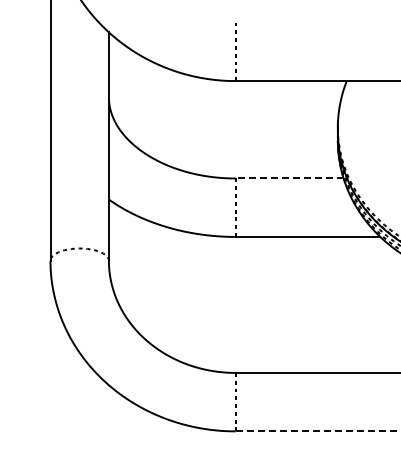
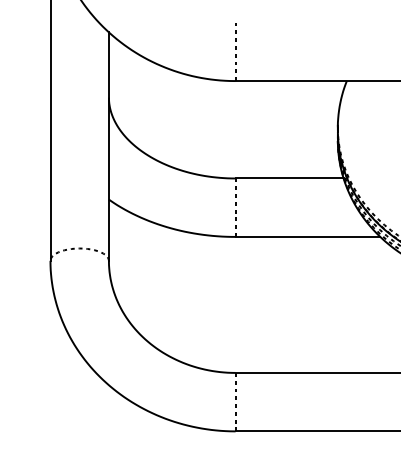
line at (289, 178): dashed -> solid
line at (318, 431): dashed -> solid
